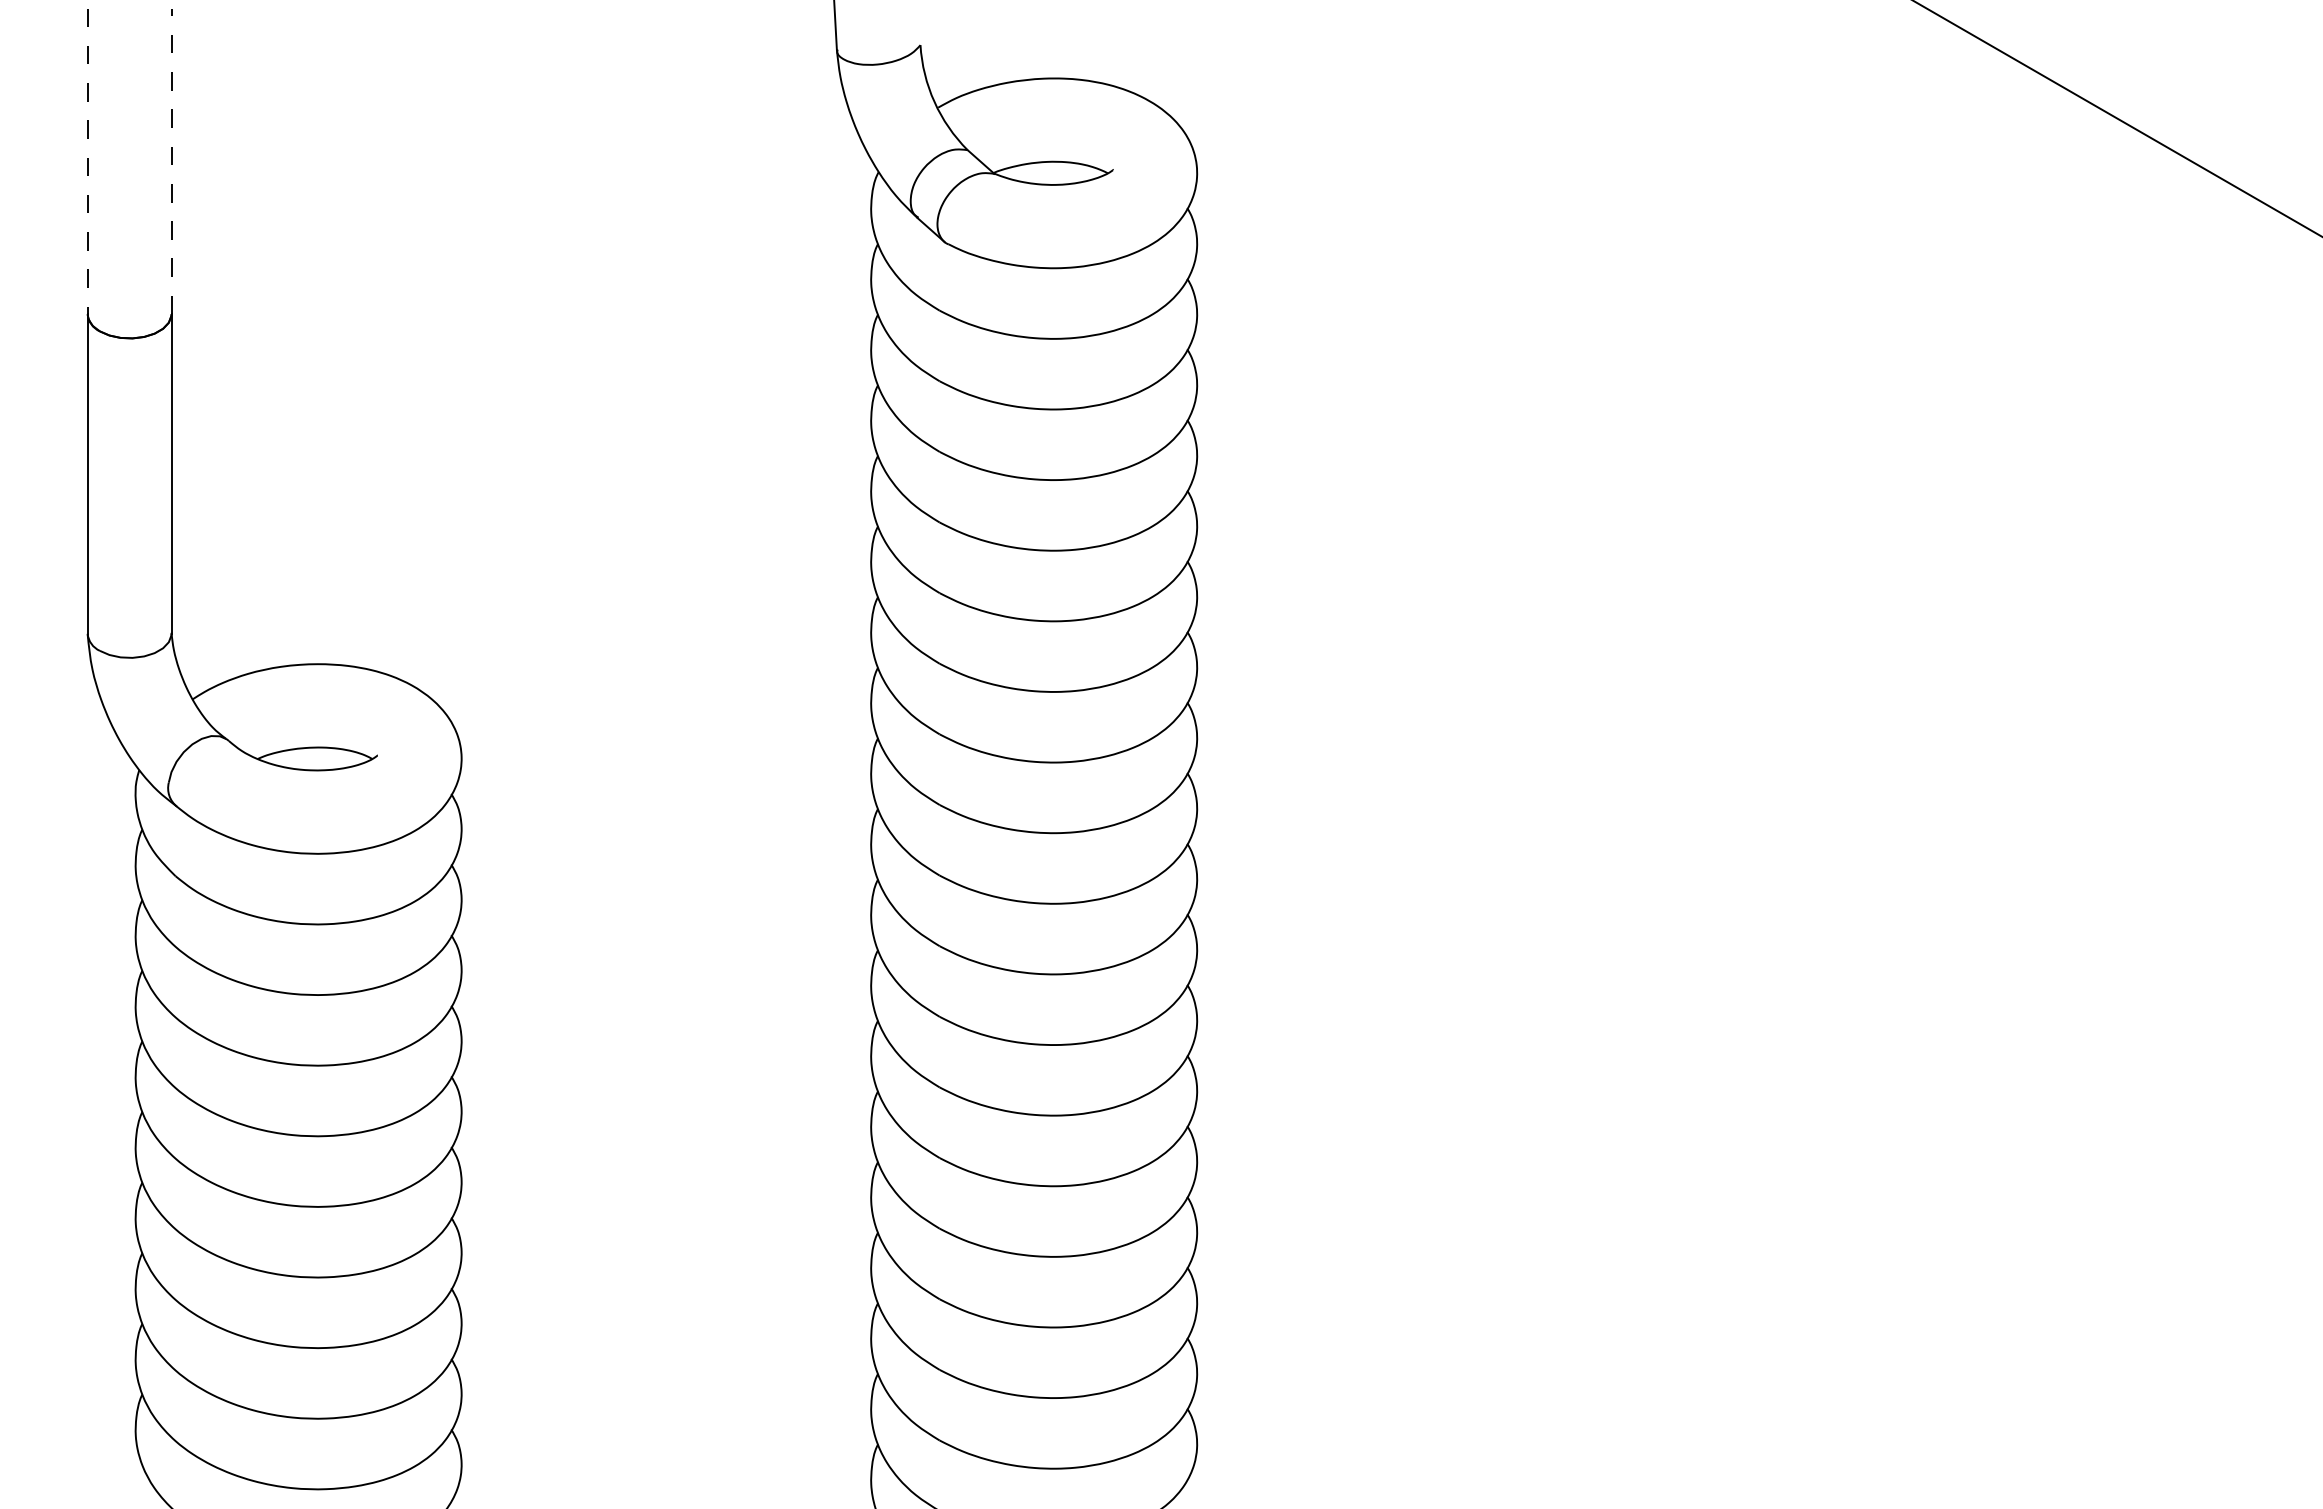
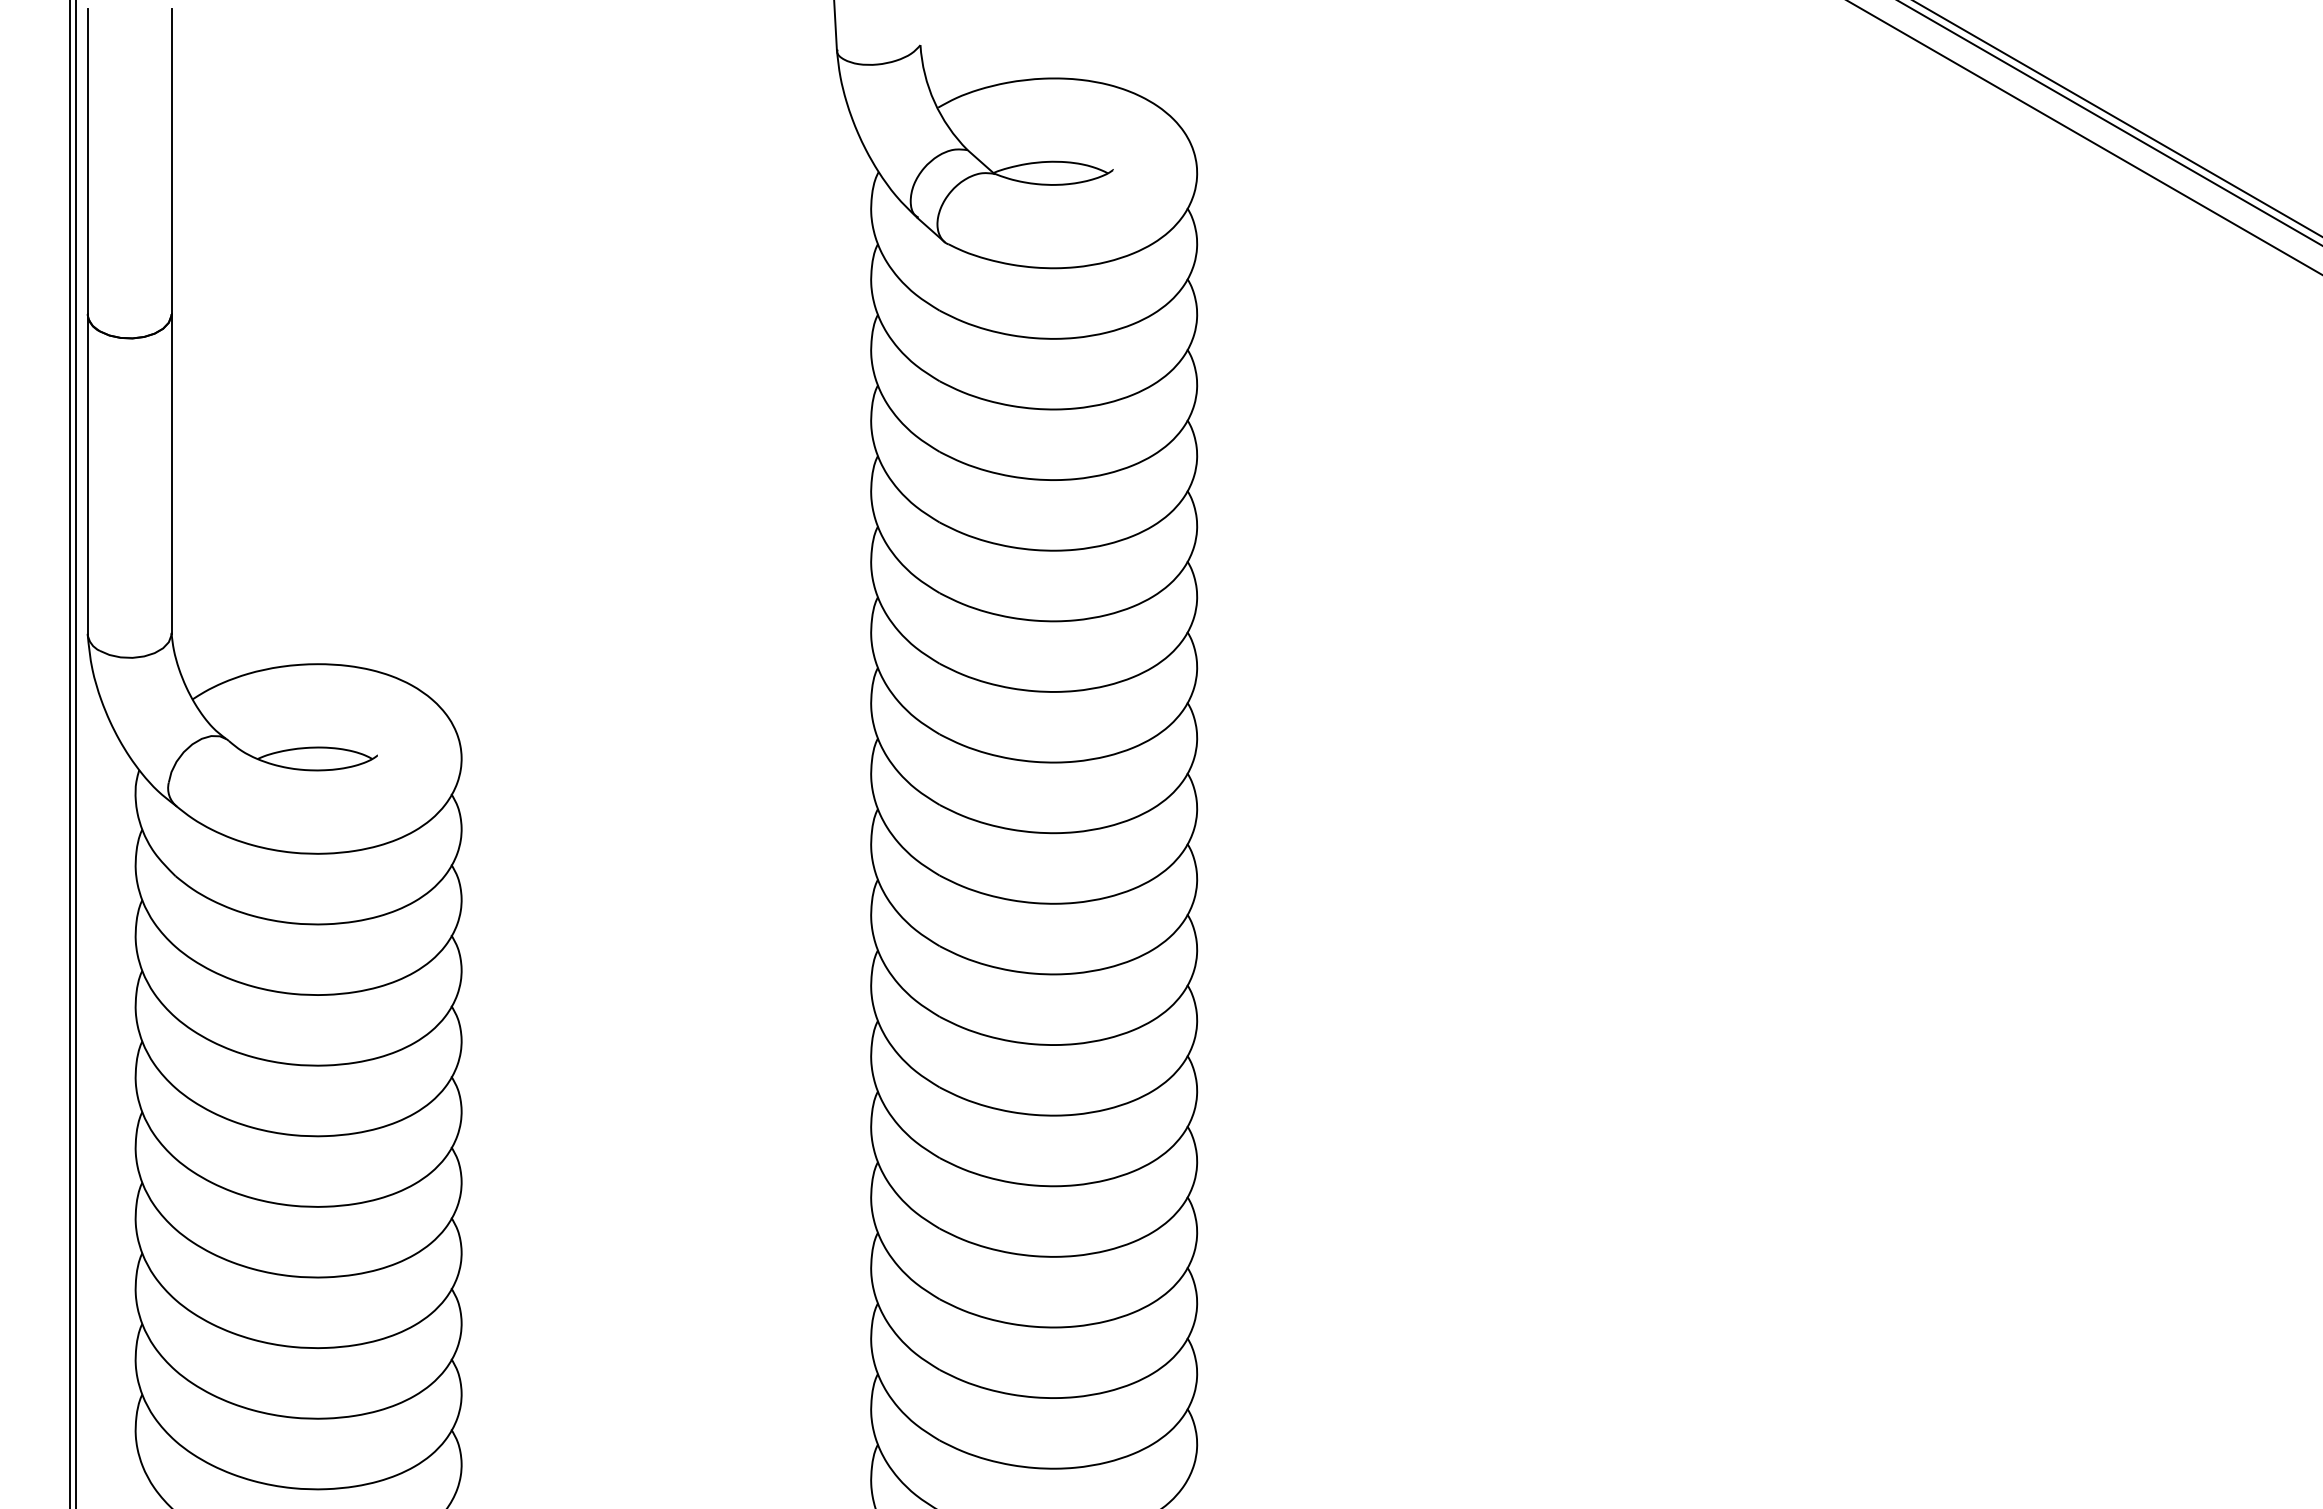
line at (2109, 123): none -> present
line at (2084, 137): none -> present
line at (87, 161): dashed -> solid
line at (171, 161): dashed -> solid
line at (69, 753): none -> present
line at (76, 753): none -> present
